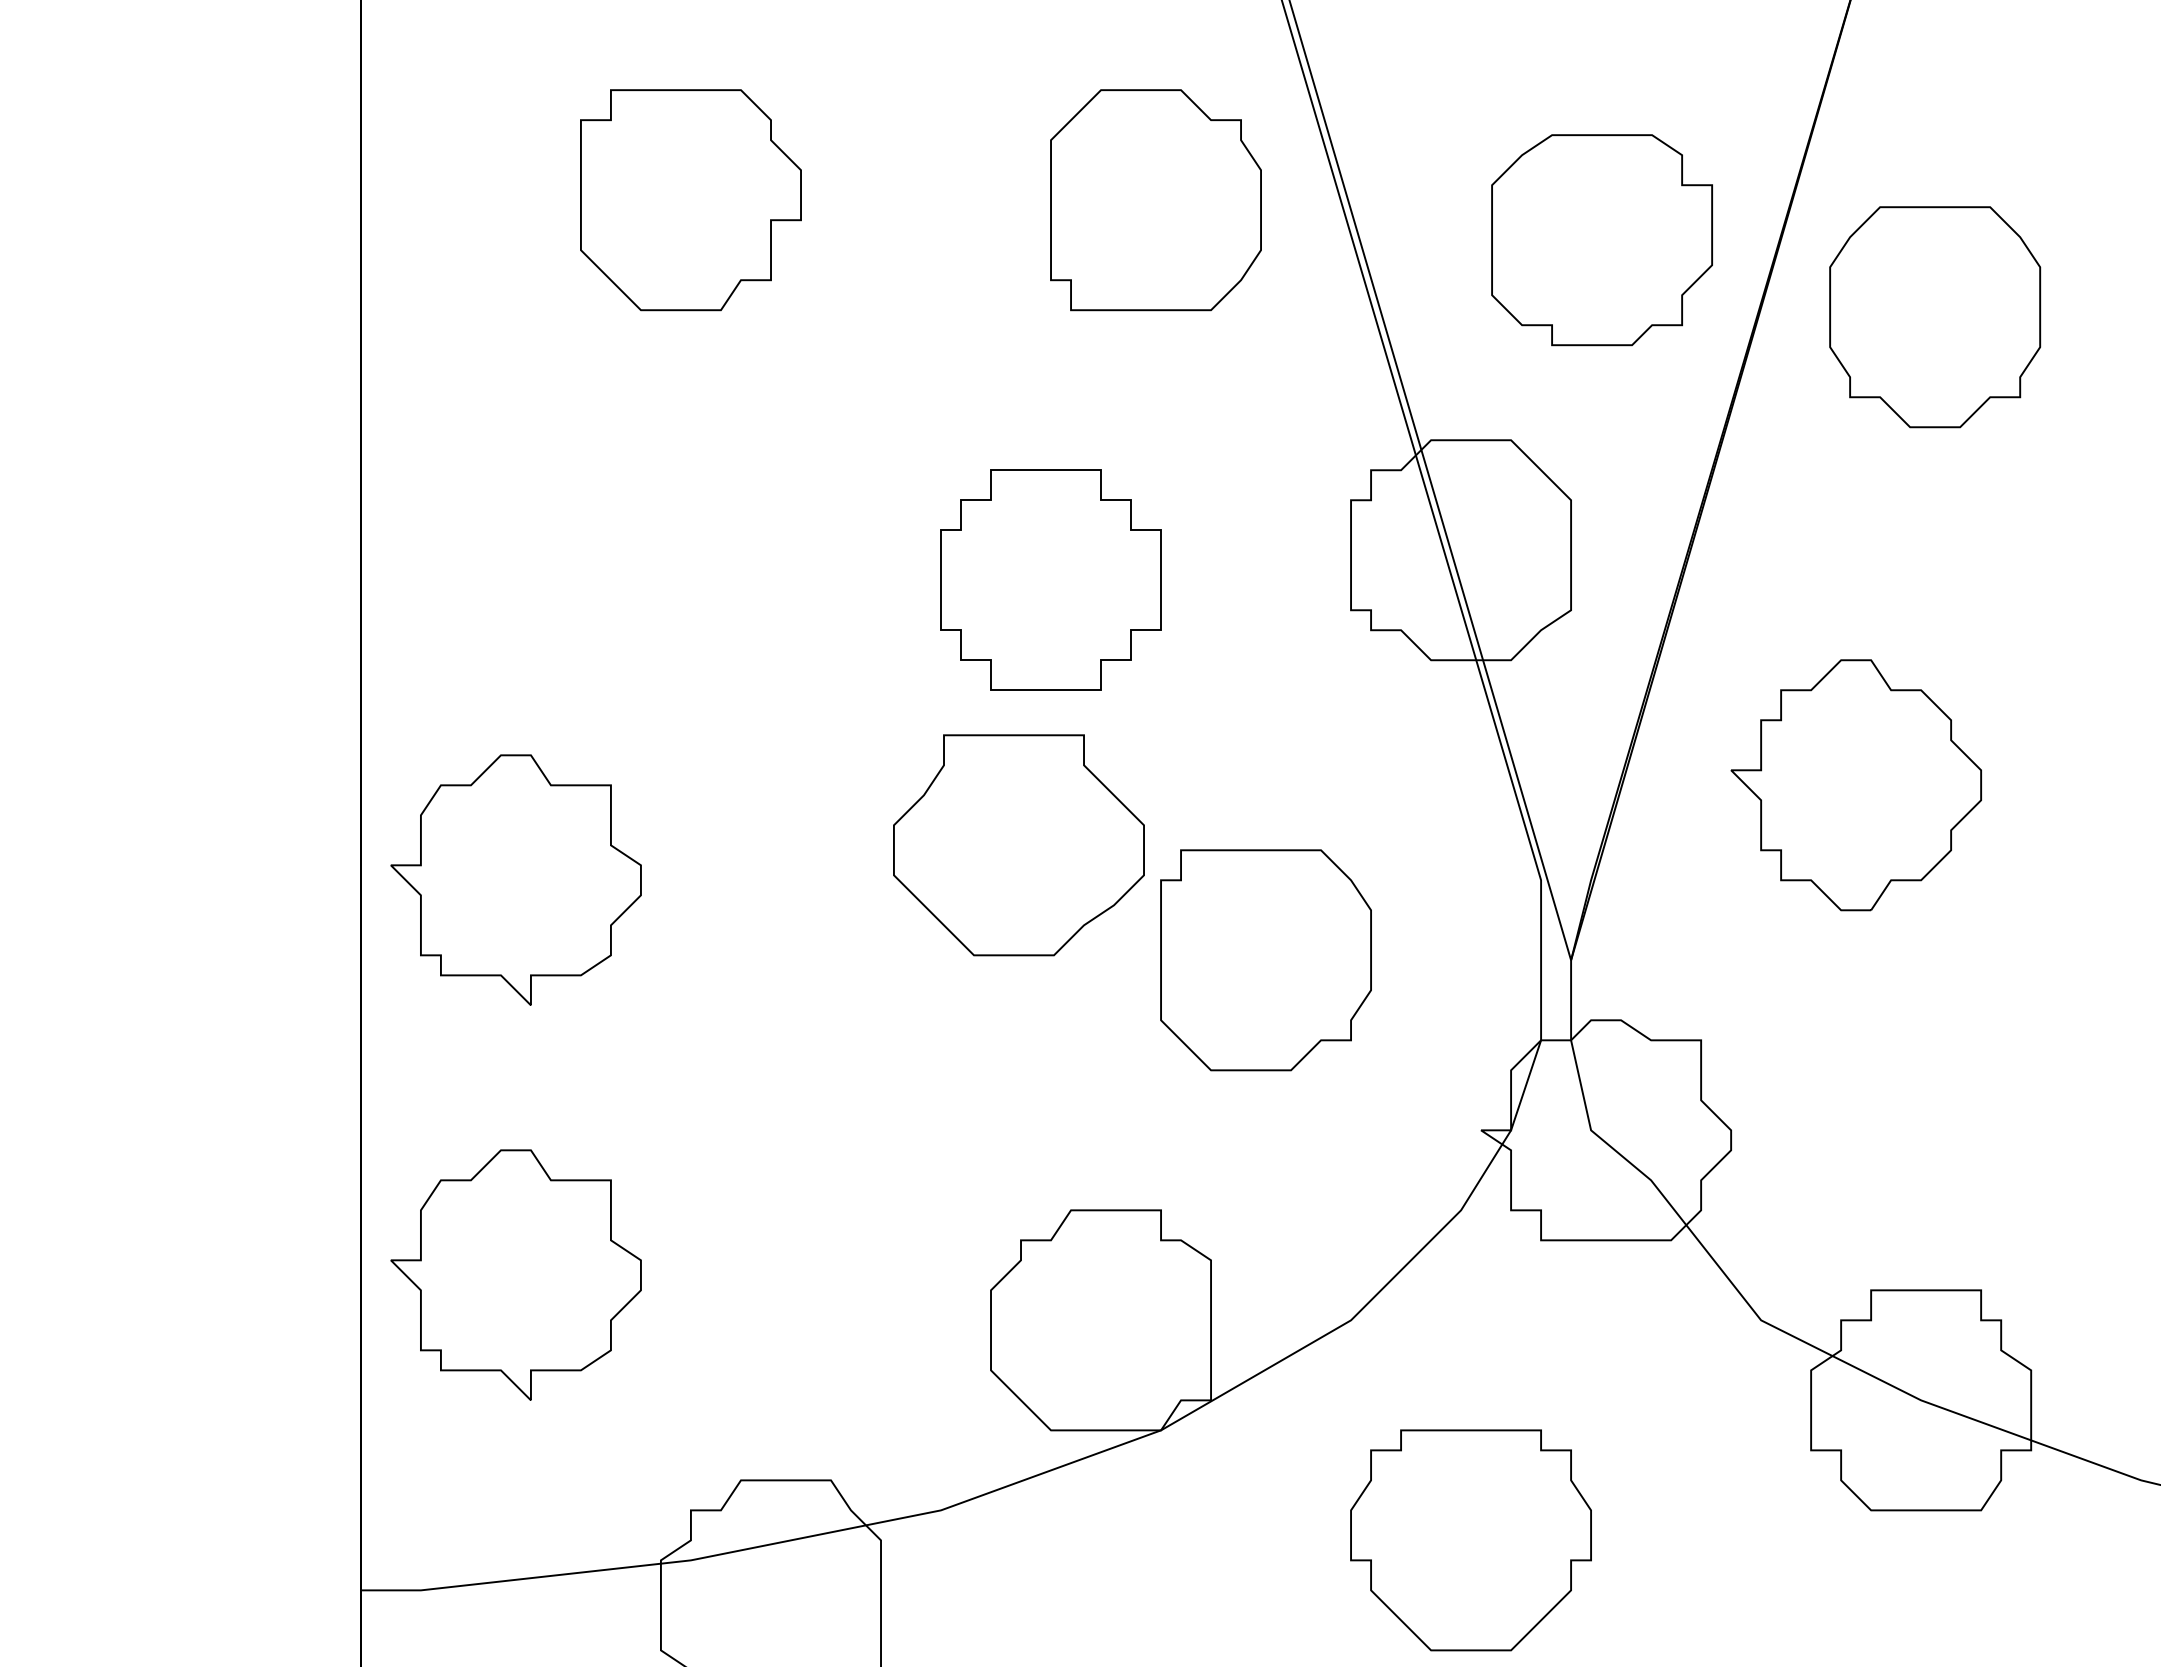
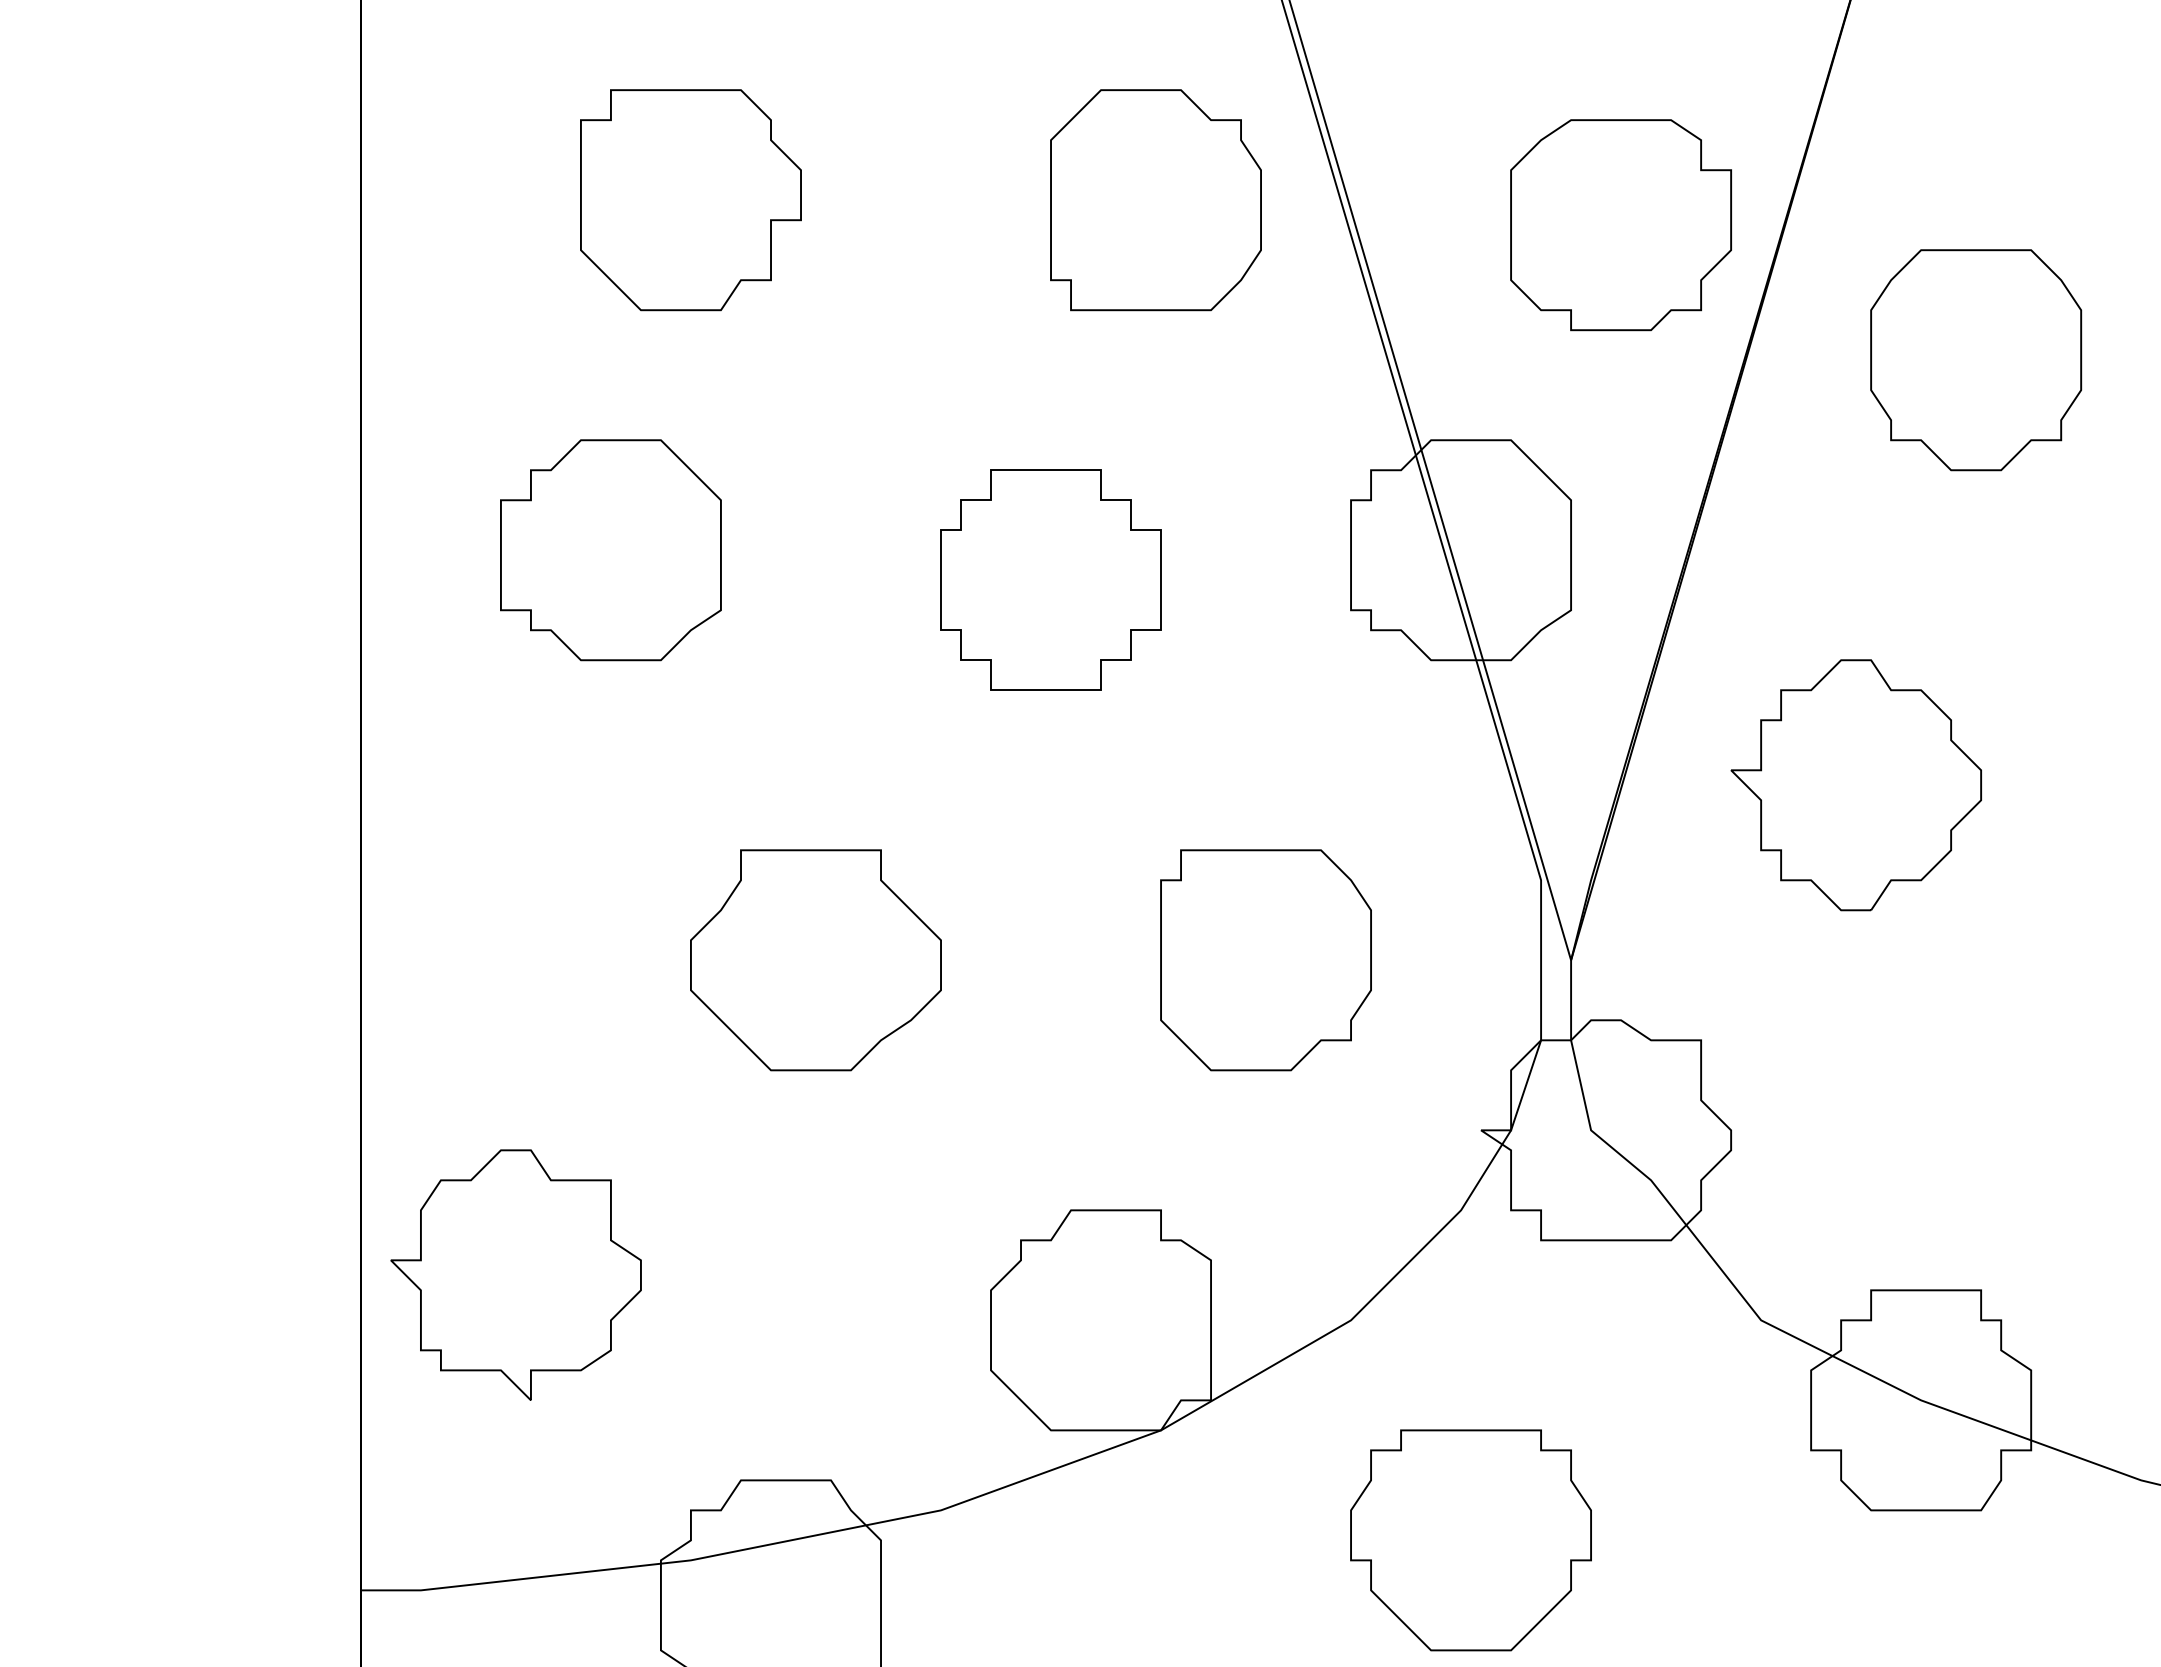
part at (1601, 240) position: (1601, 240) -> (1620, 225)
part at (1935, 317) position: (1935, 317) -> (1976, 360)
part at (610, 550): none -> present
part at (1018, 845) position: (1018, 845) -> (815, 960)
part at (515, 879): present -> none
